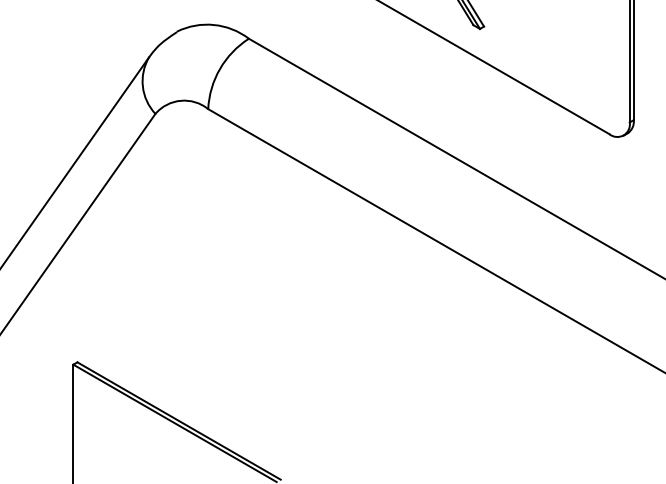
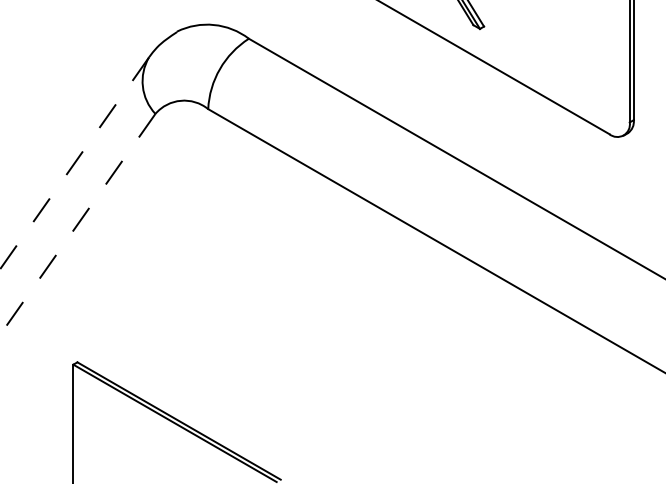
line at (74, 163): solid -> dashed
line at (77, 224): solid -> dashed
